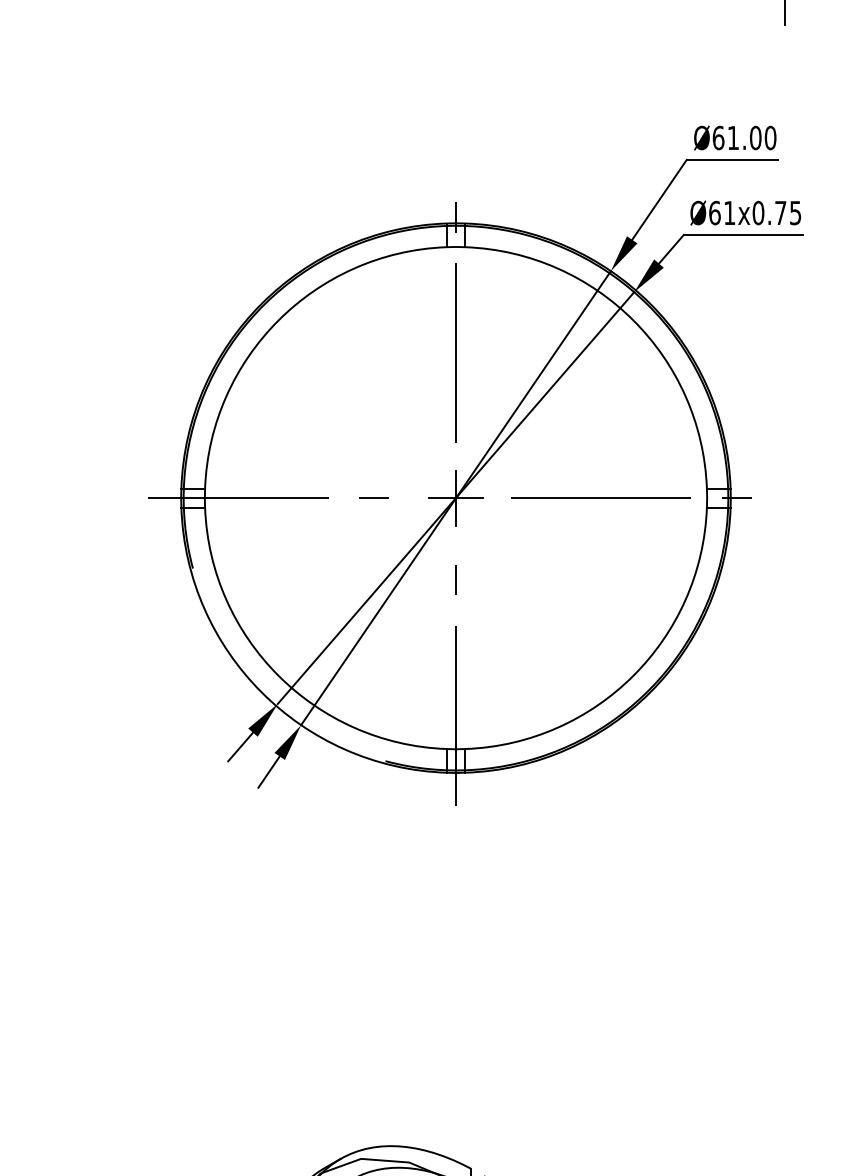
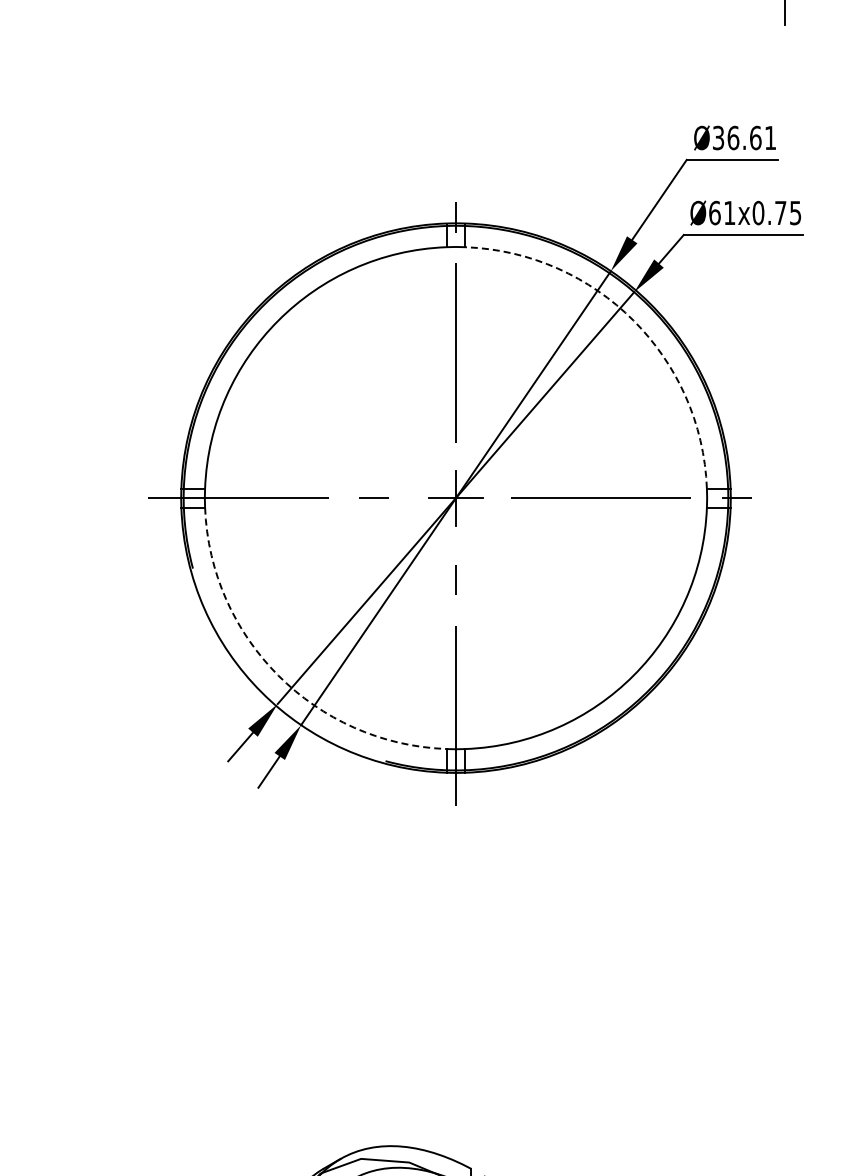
text at (744, 137): Ø61.00 -> Ø36.61
arc at (633, 320): solid -> dashed
arc at (278, 675): solid -> dashed
